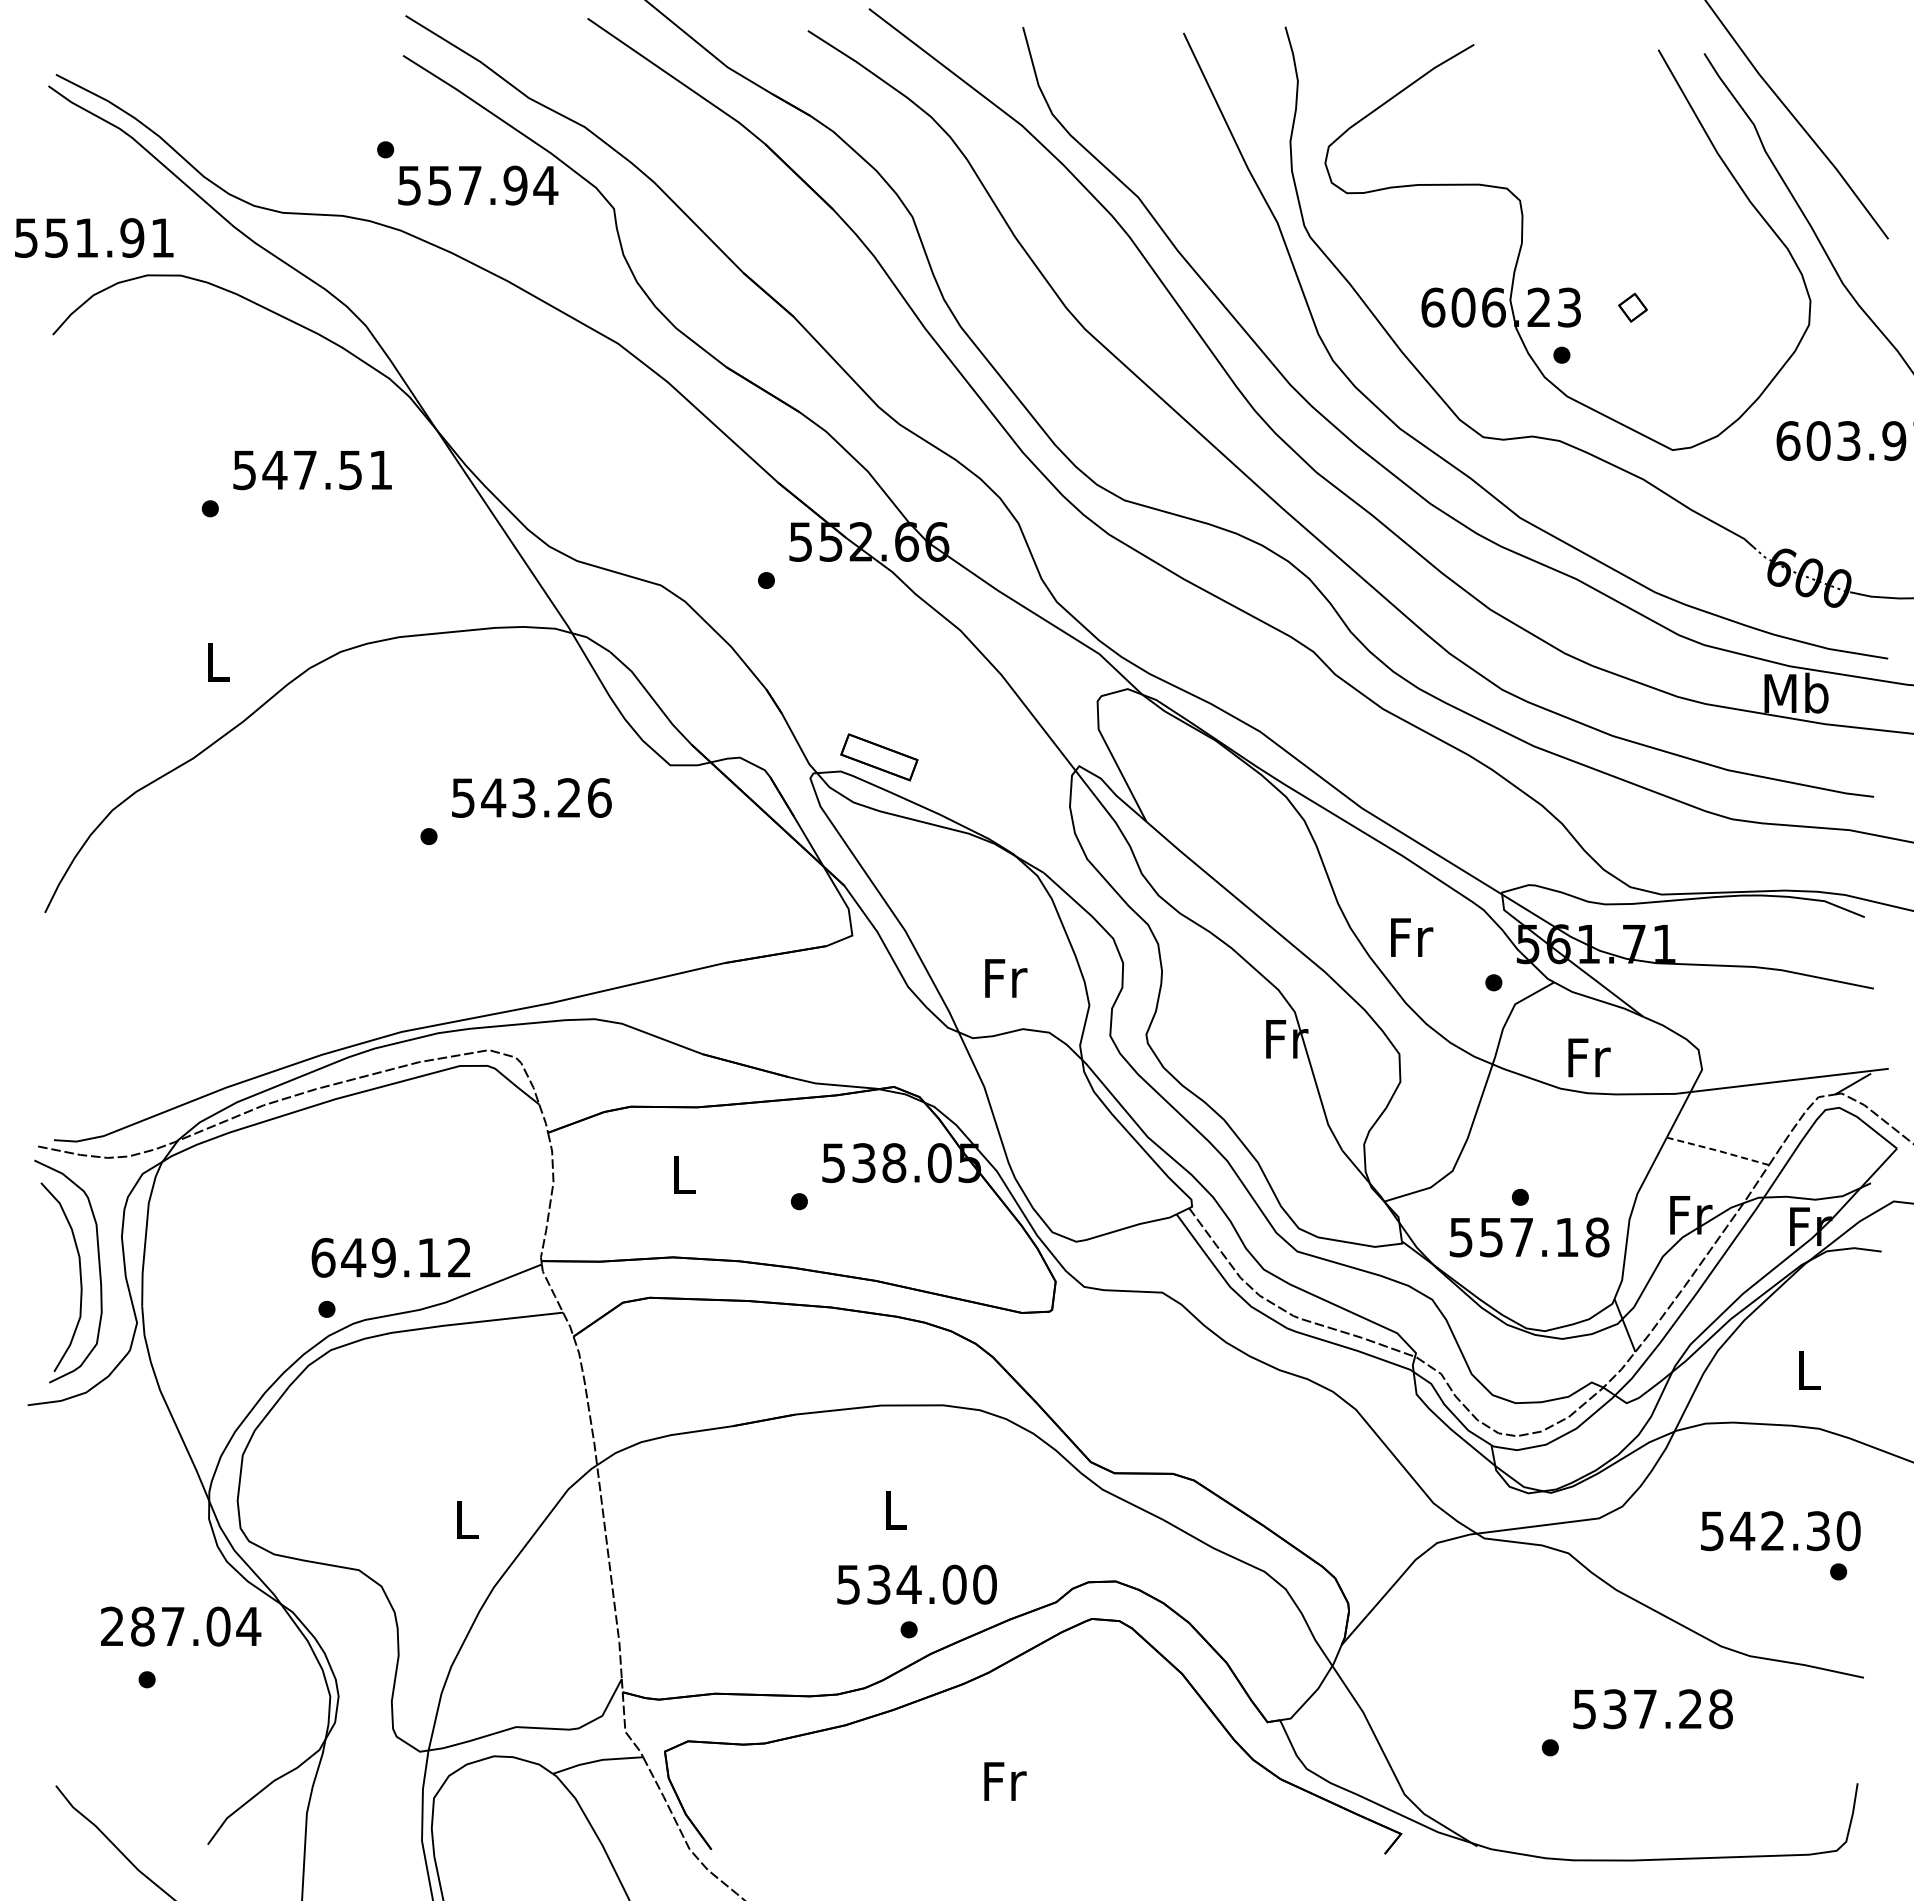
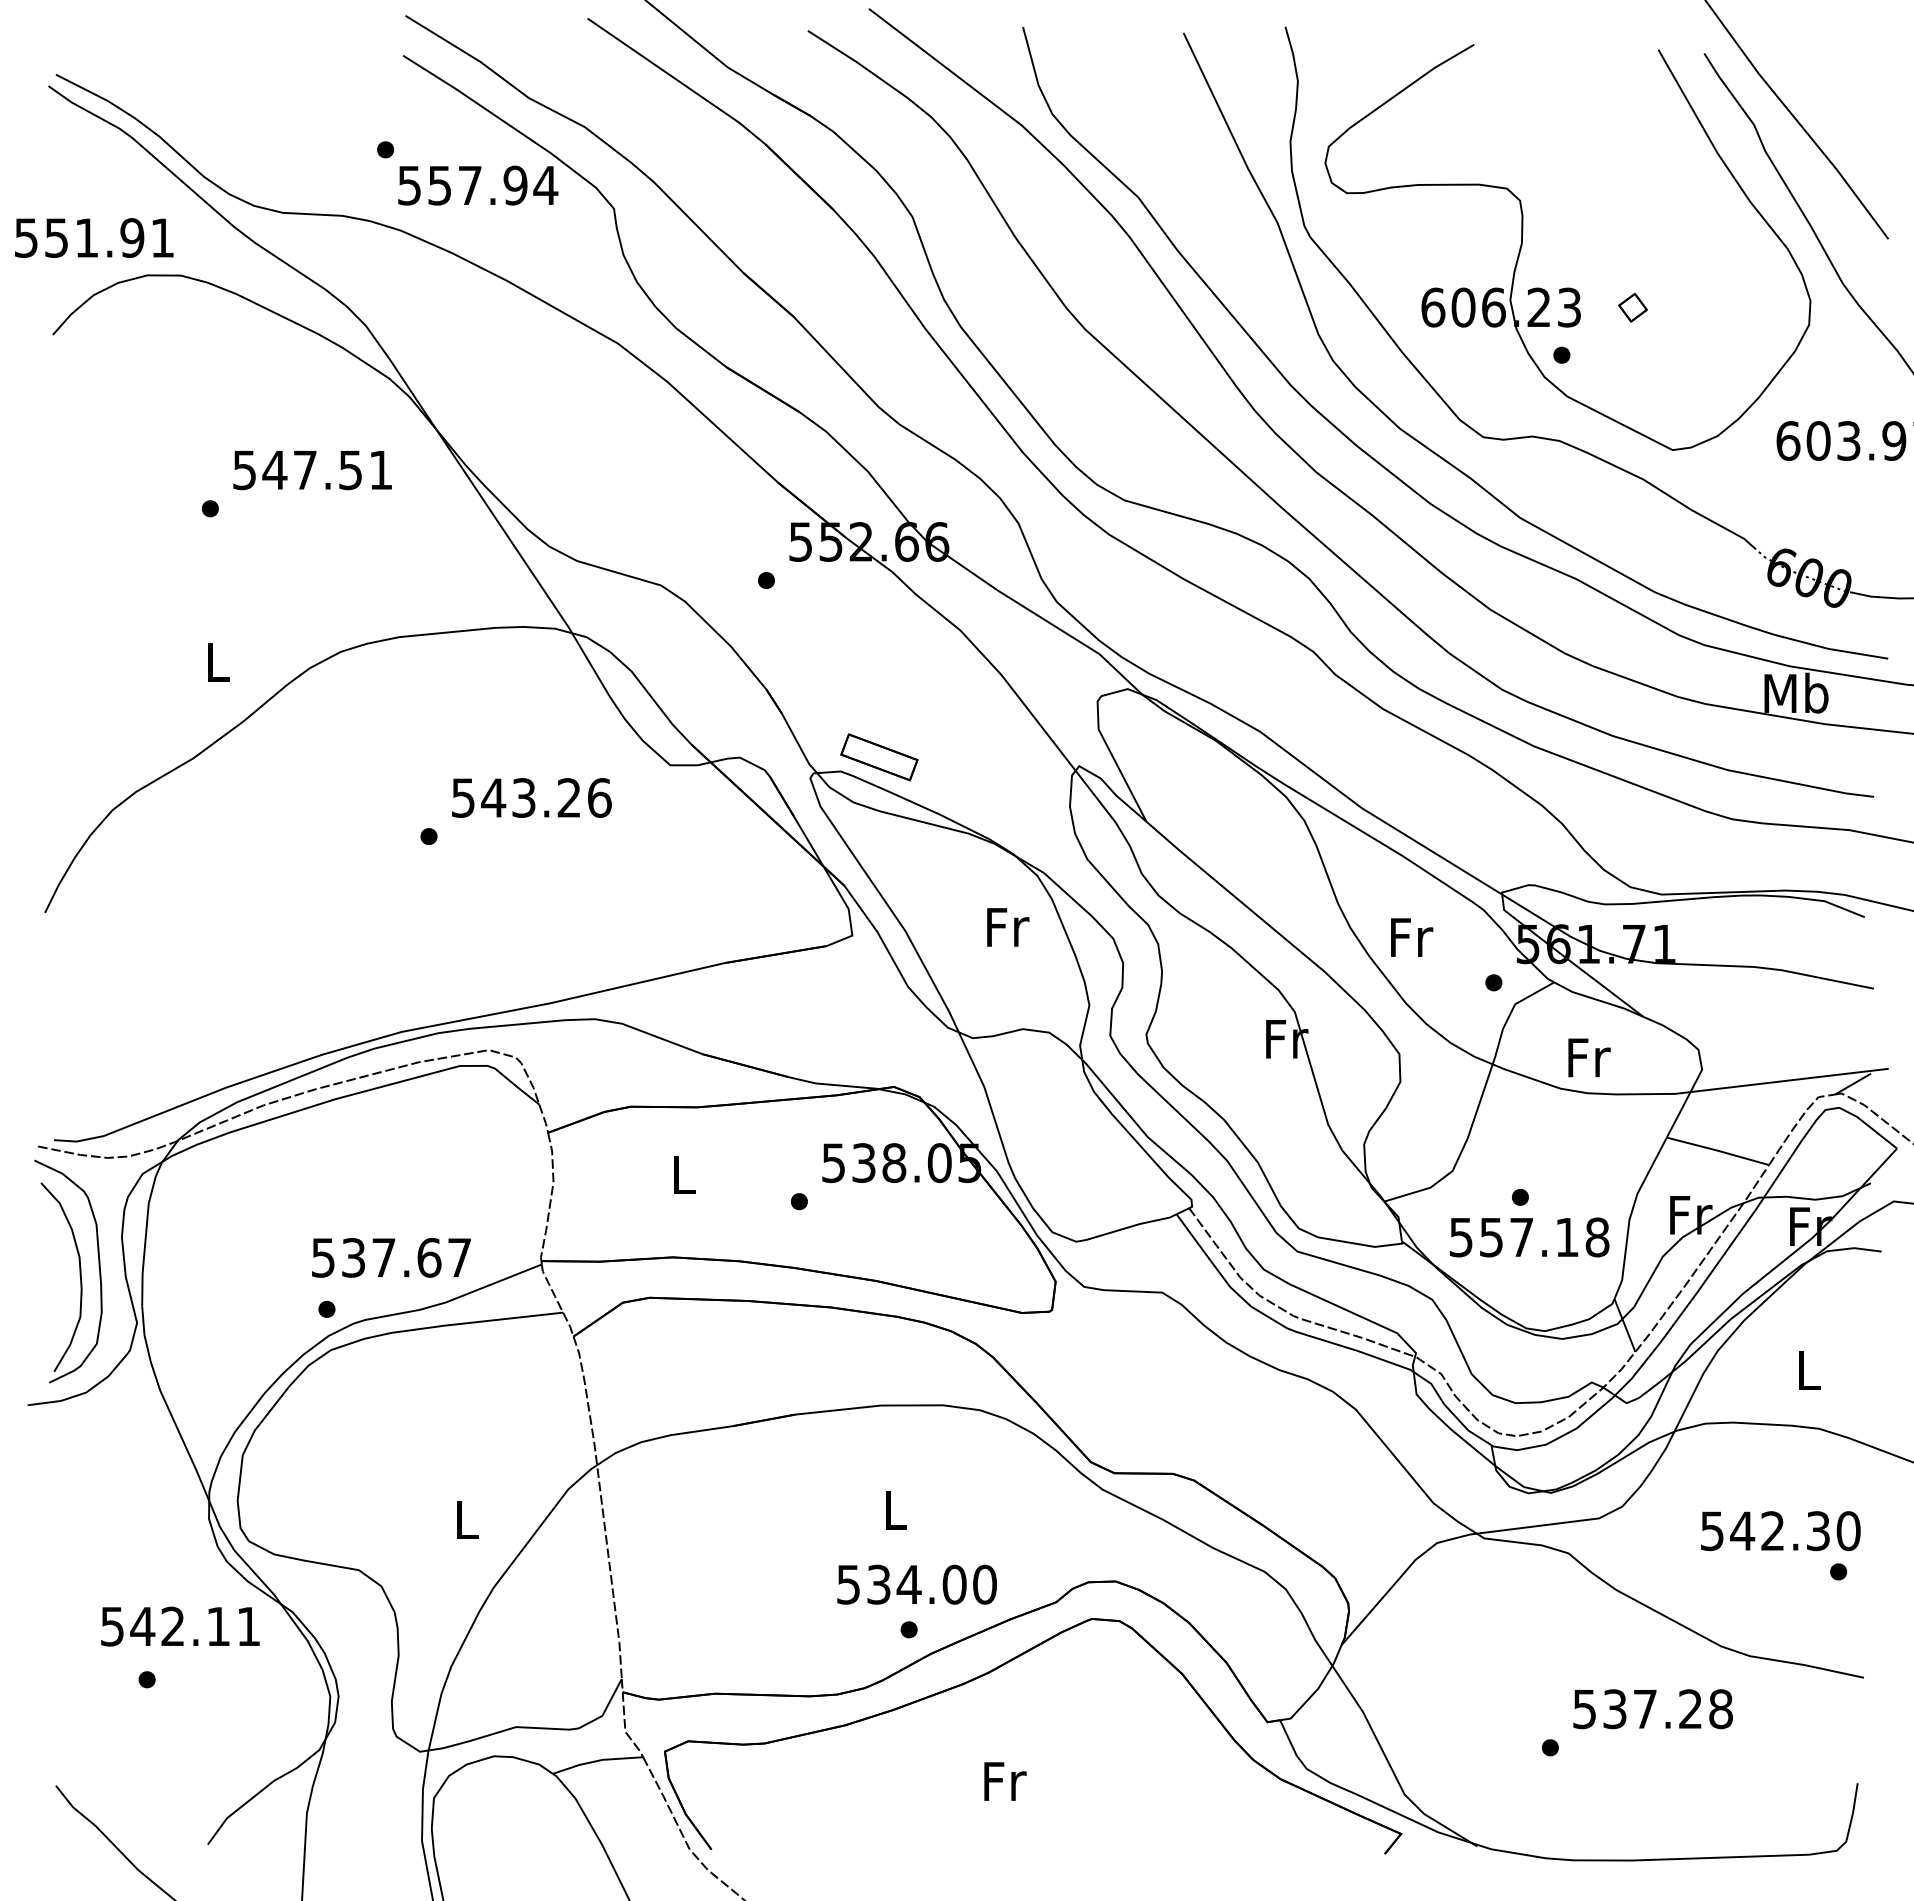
text at (1006, 978) position: (1006, 978) -> (1008, 927)
line at (1718, 1150): dashed -> solid
text at (390, 1257): 649.12 -> 537.67
text at (181, 1626): 287.04 -> 542.11
